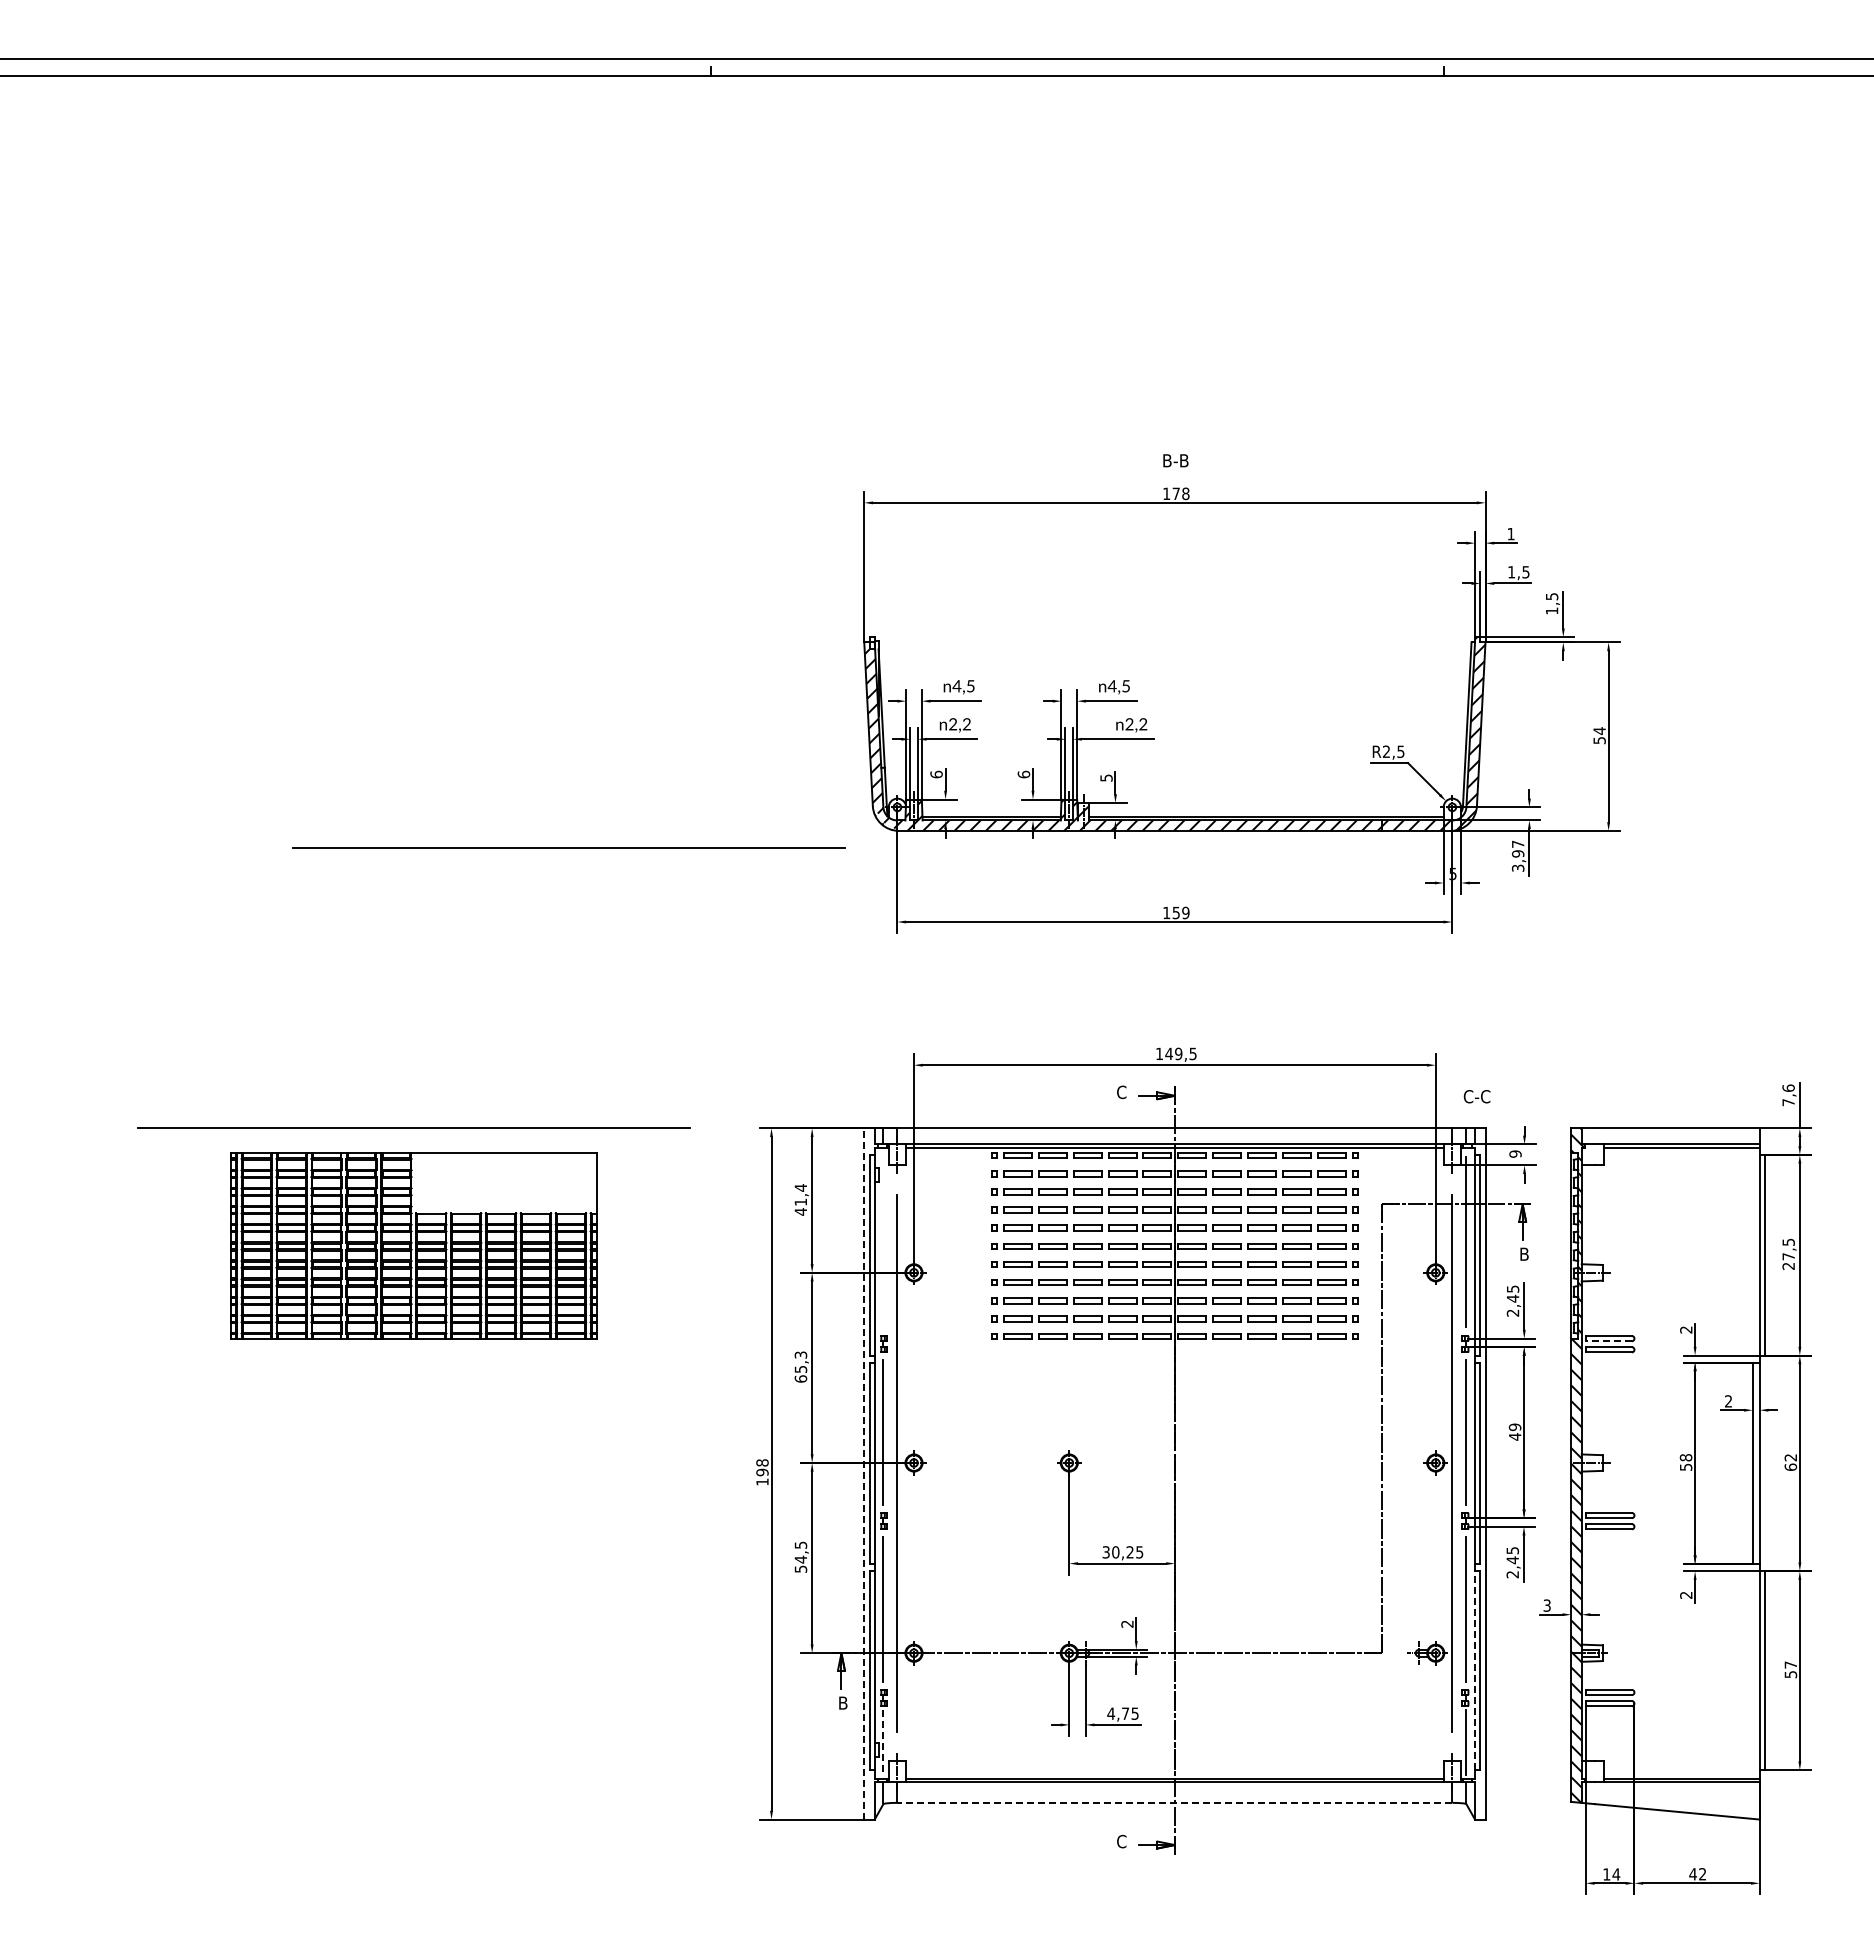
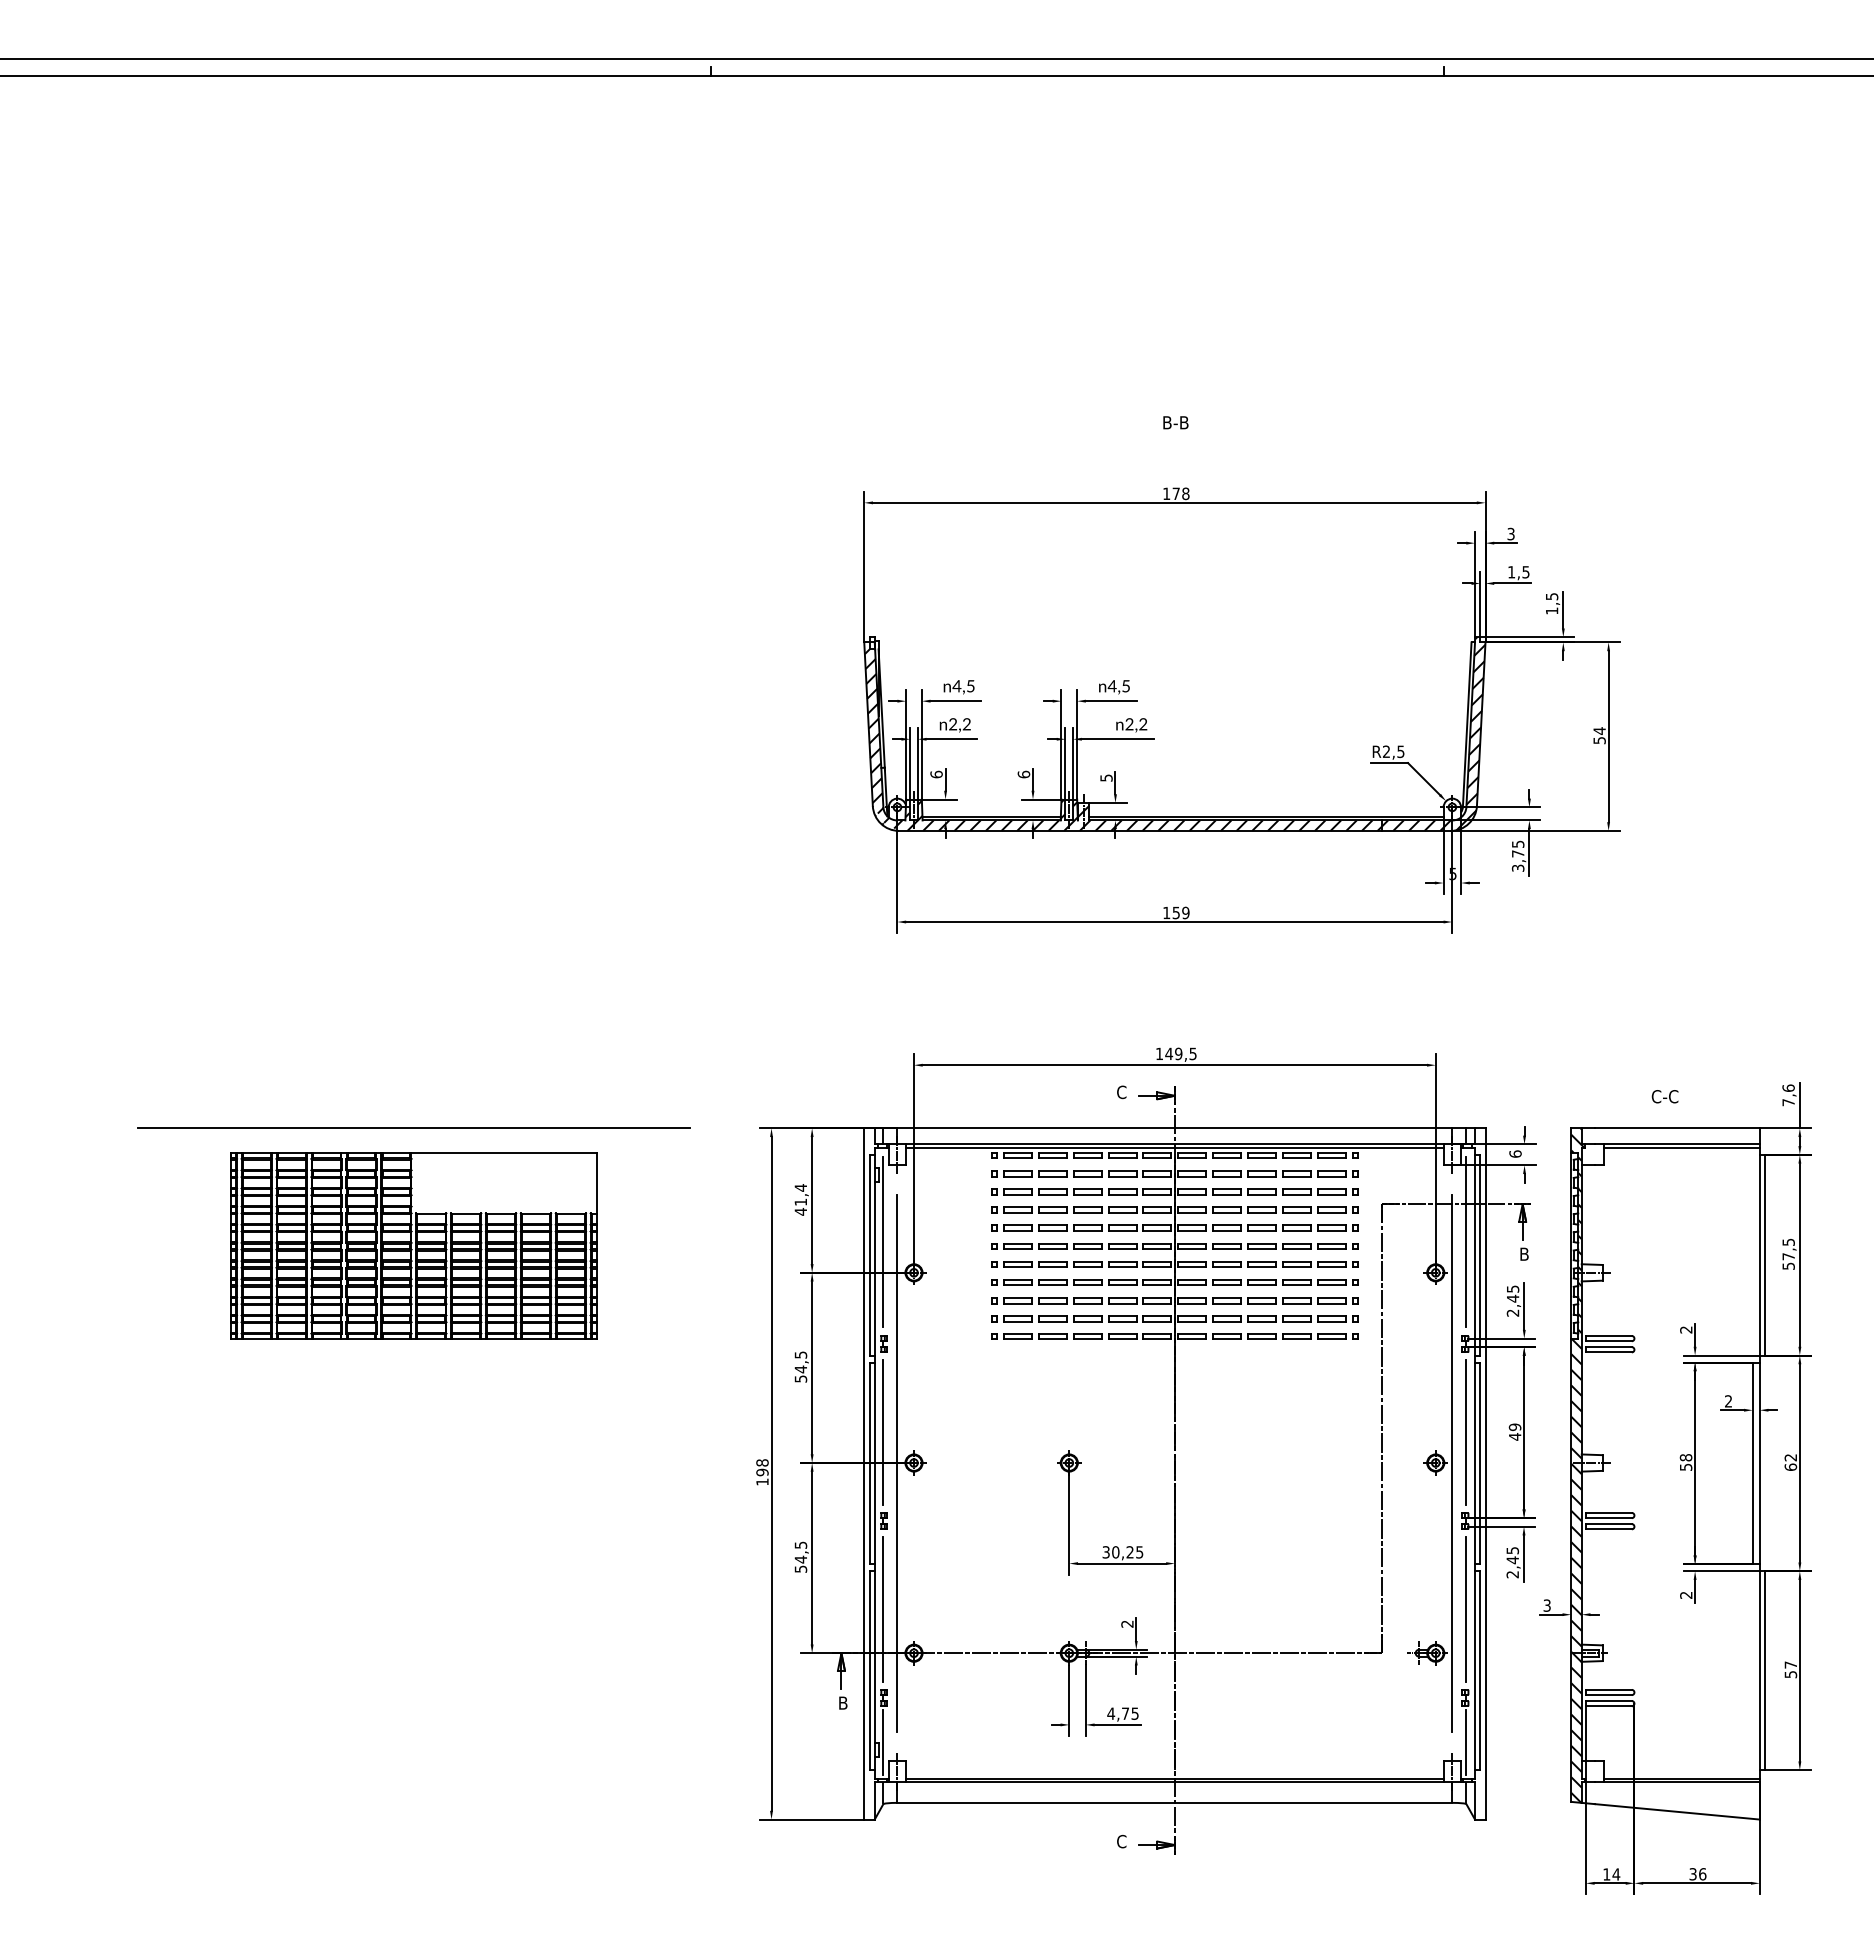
text at (1175, 460) position: (1175, 460) -> (1175, 422)
text at (1510, 533): 1 -> 3
line at (568, 847): present -> none
text at (1518, 848): 3,97 -> 3,75
text at (1476, 1096) position: (1476, 1096) -> (1664, 1096)
text at (1515, 1153): 9 -> 6
line at (883, 1241): none -> present
text at (1788, 1265): 27,5 -> 57,5
line at (1608, 1341): dashed -> solid
text at (800, 1366): 65,3 -> 54,5
line at (864, 1473): dashed -> solid
line at (1475, 1670): dashed -> solid
line at (883, 1742): dashed -> solid
line at (1174, 1802): dashed -> solid
text at (1697, 1874): 42 -> 36
